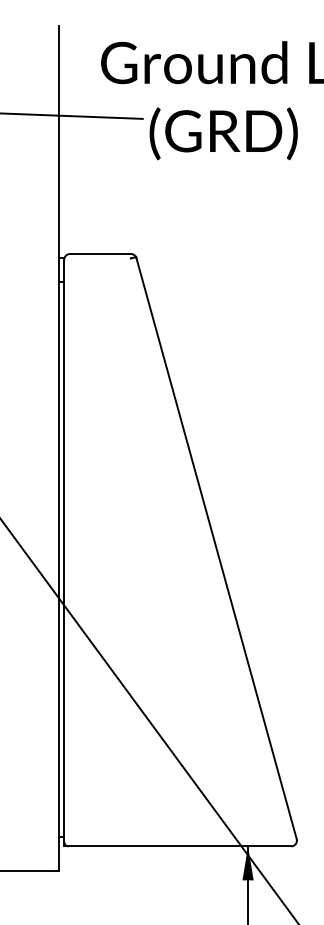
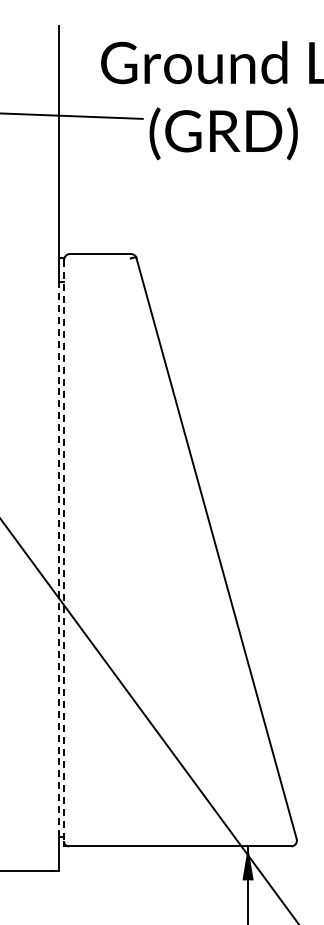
line at (64, 551): solid -> dashed
line at (58, 559): solid -> dashed
